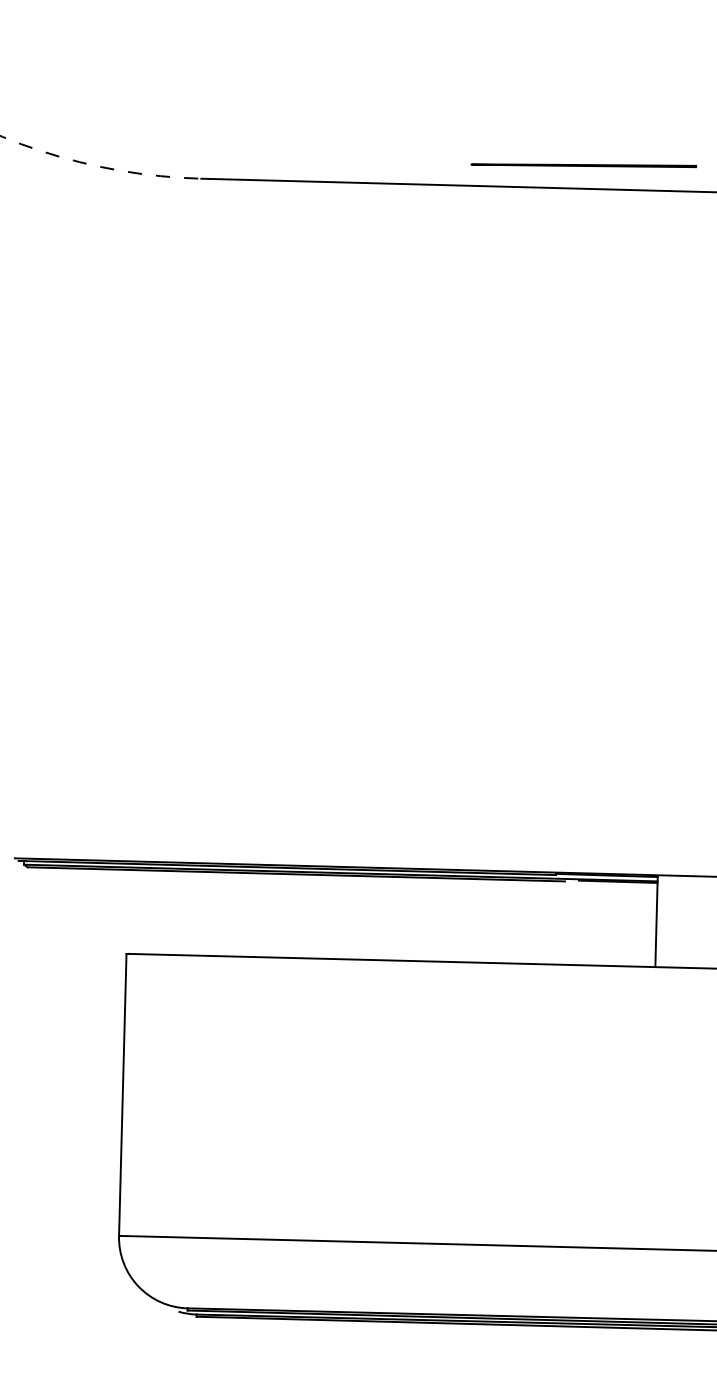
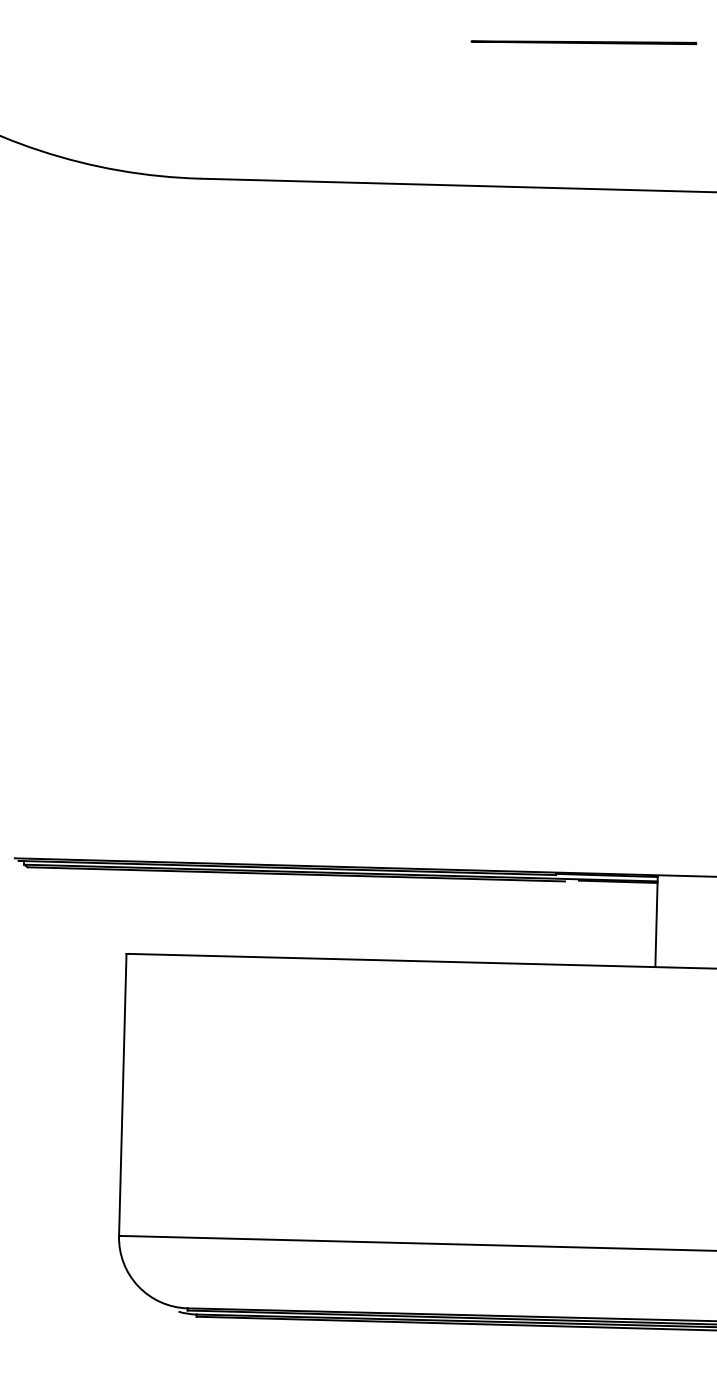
line at (583, 165) position: (583, 165) -> (583, 42)
arc at (98, 166): dashed -> solid
